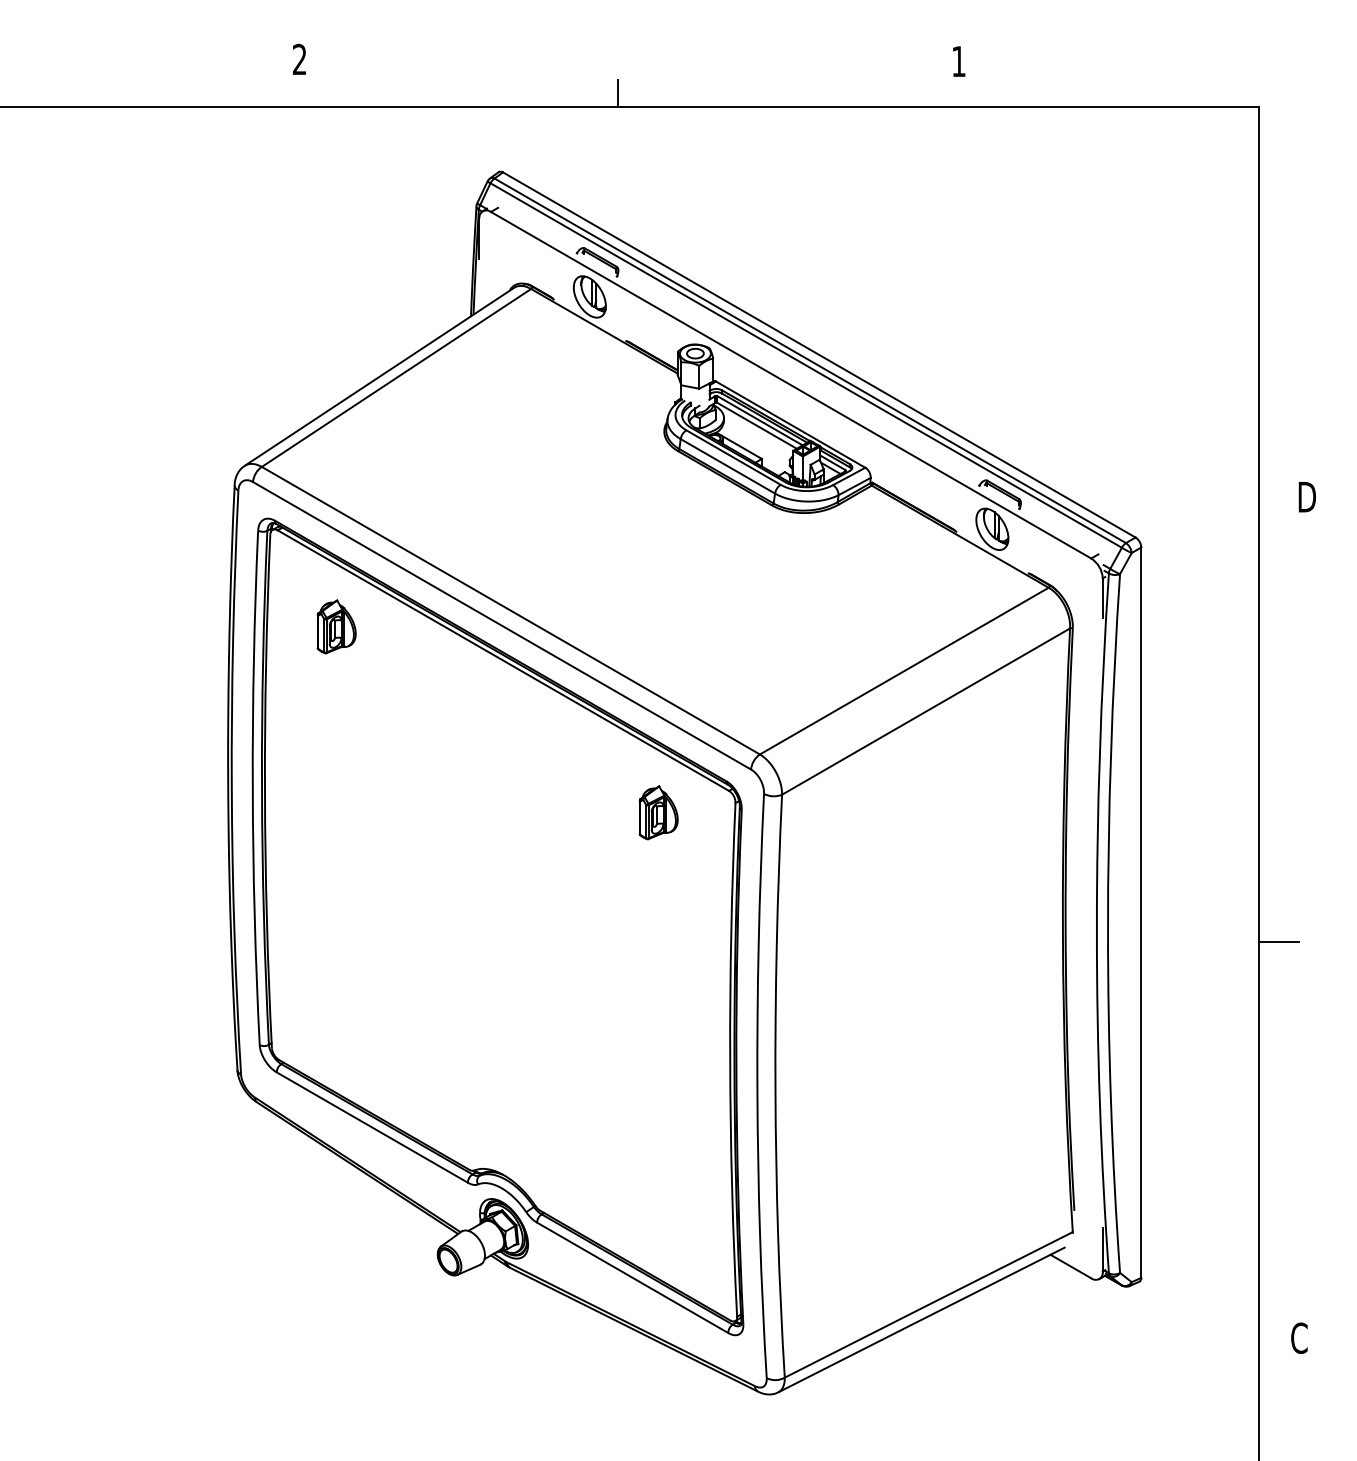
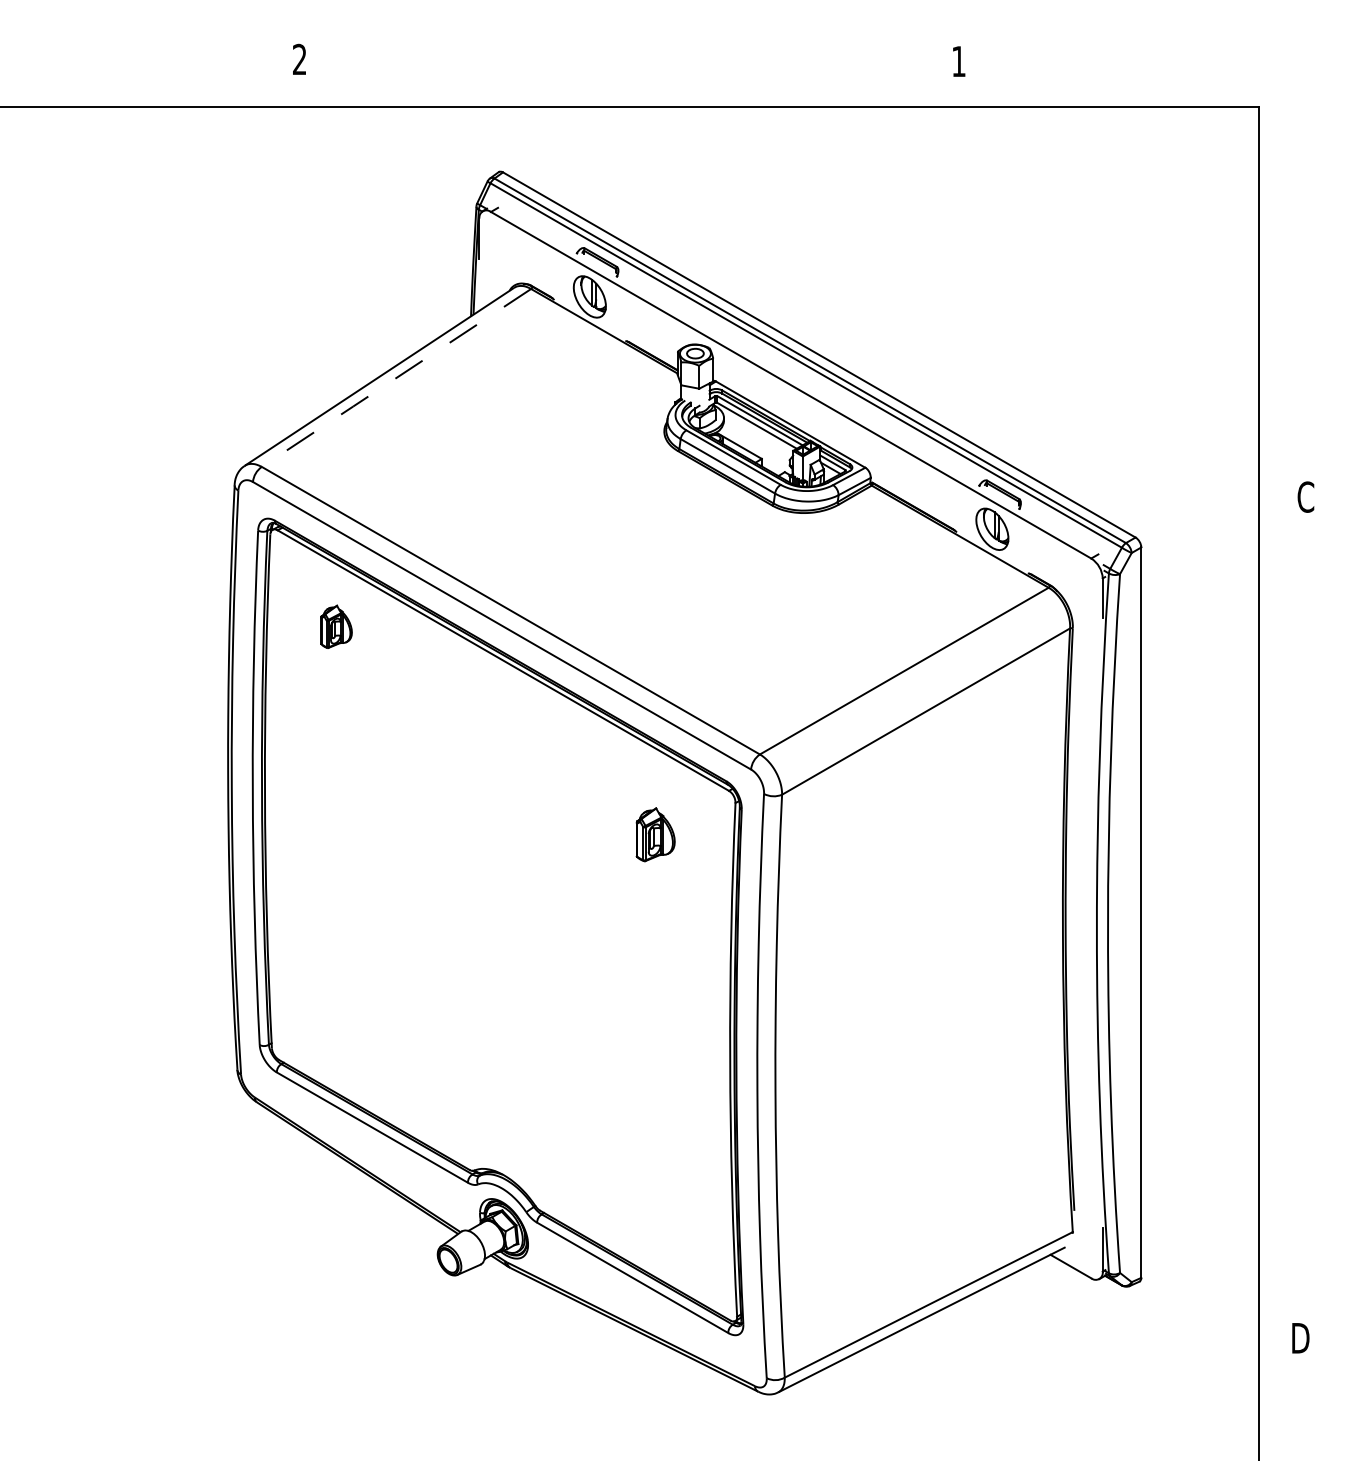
line at (618, 93): present -> none
line at (395, 378): solid -> dashed
text at (1306, 496): D -> C
part at (336, 626) size: 41x56 px -> 33x45 px
part at (658, 812) position: (658, 812) -> (655, 834)
line at (1278, 942): present -> none
text at (1300, 1337): C -> D
